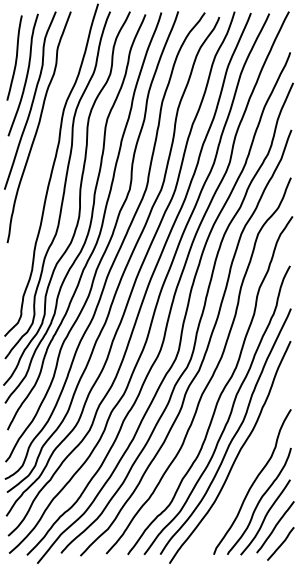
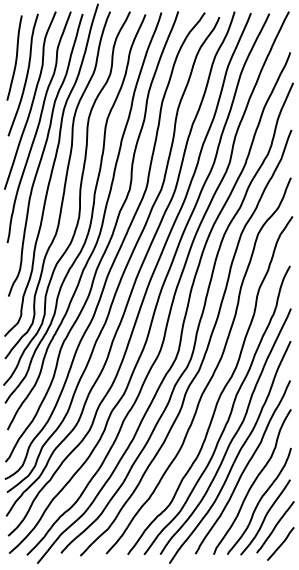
curve at (43, 155): none -> present
curve at (244, 467): none -> present
